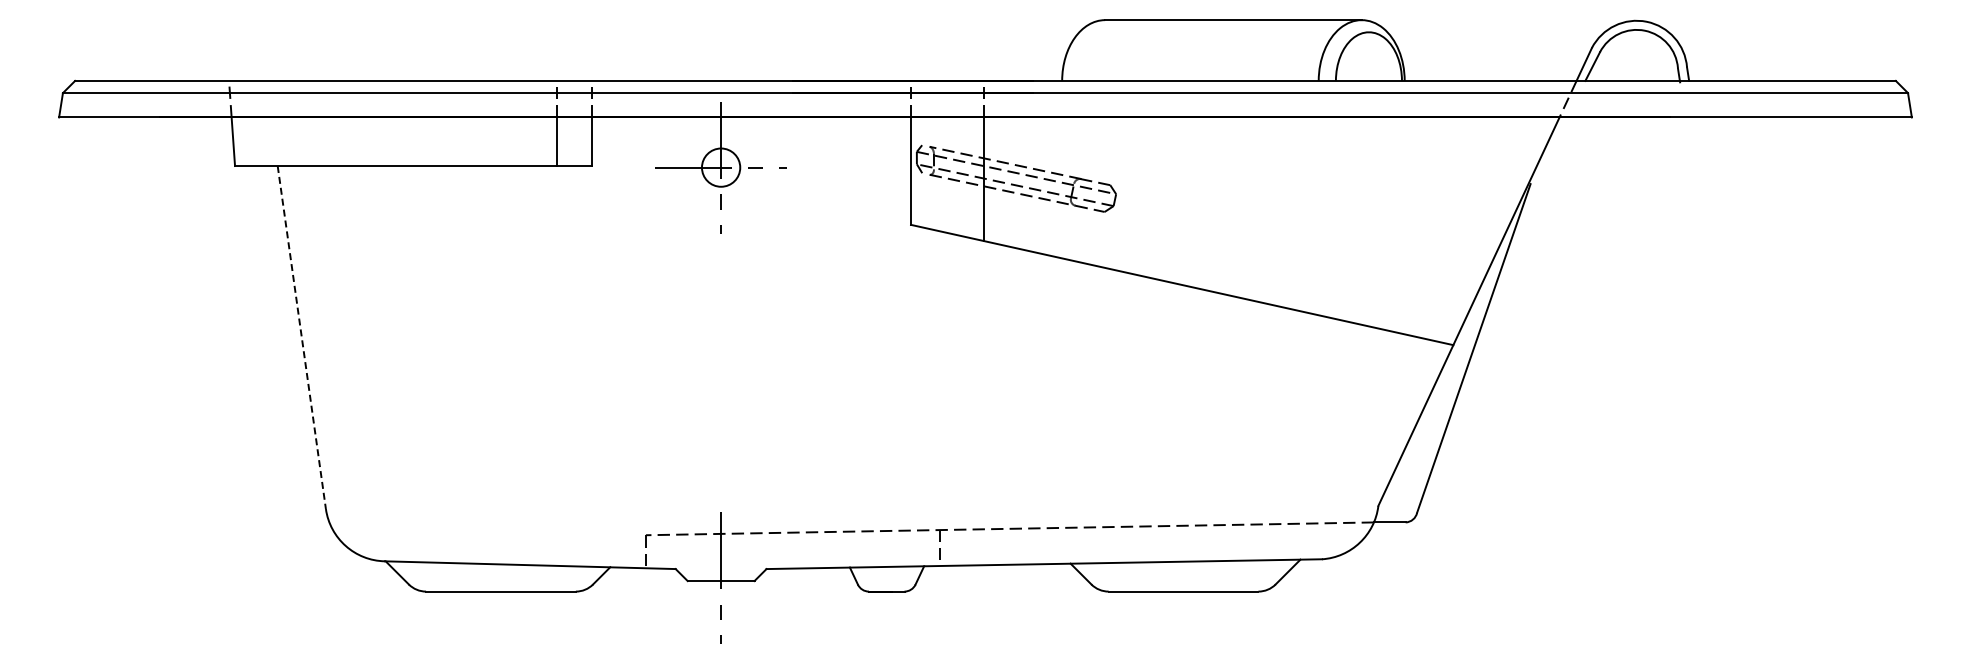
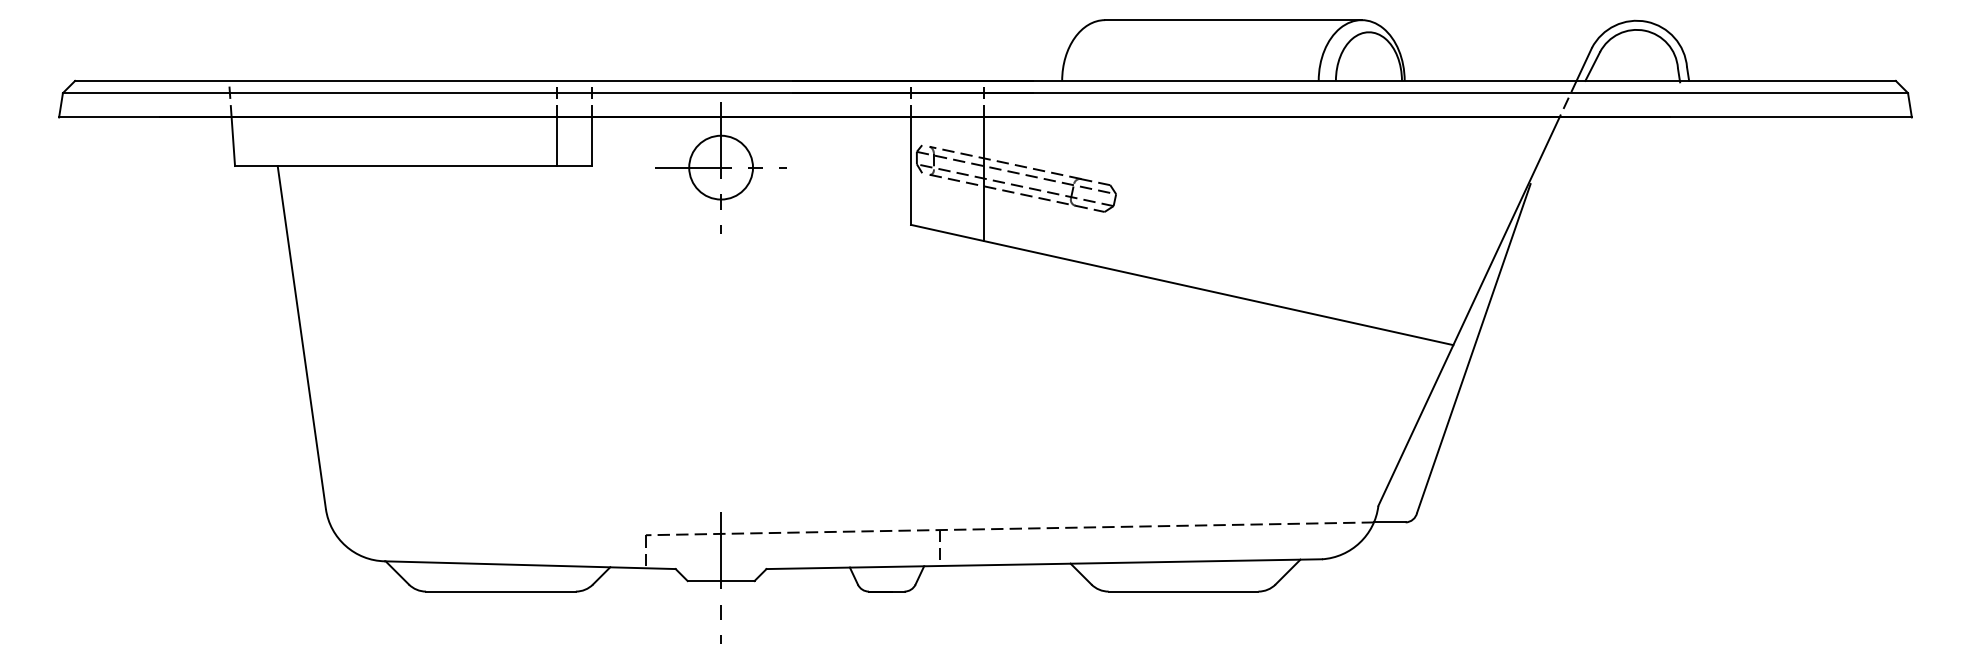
circle at (720, 167) diameter: 38 px -> 64 px
line at (301, 338): dashed -> solid
